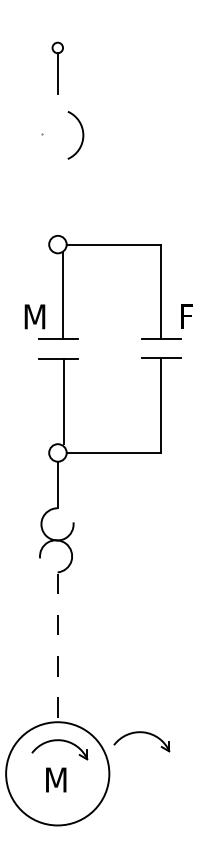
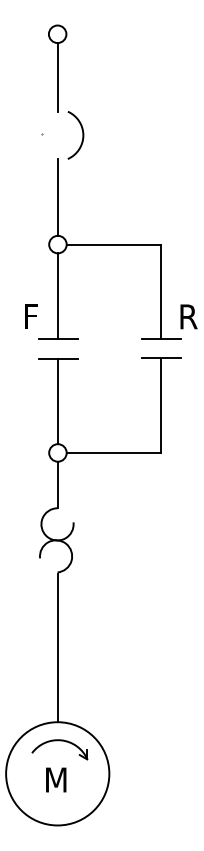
part at (57, 67) size: 13x54 px -> 20x89 px
line at (57, 196): none -> present
line at (62, 296) position: (62, 296) -> (57, 296)
text at (34, 316): M -> F
text at (188, 316): F -> R
line at (63, 401) position: (63, 401) -> (57, 401)
line at (57, 648): dashed -> solid
part at (141, 733): present -> none
